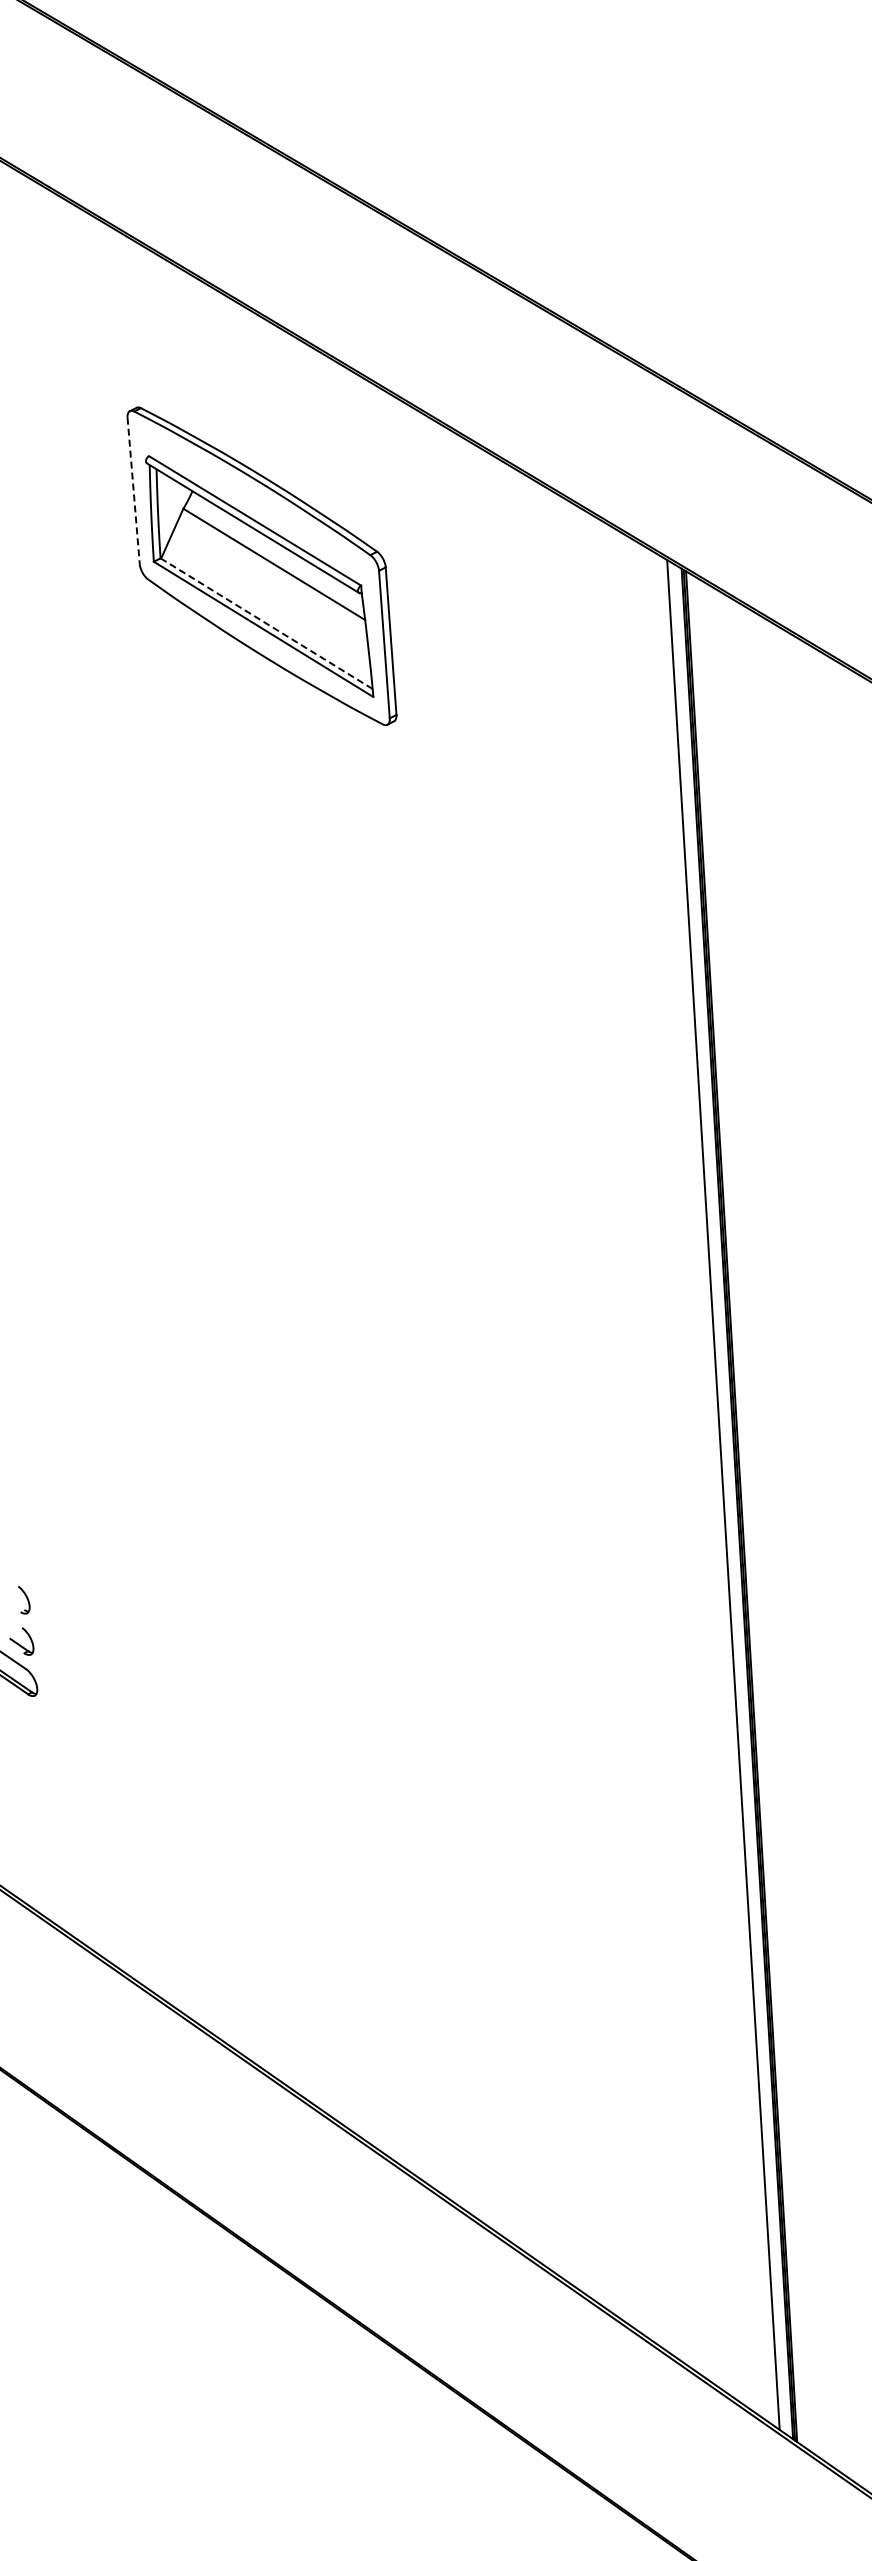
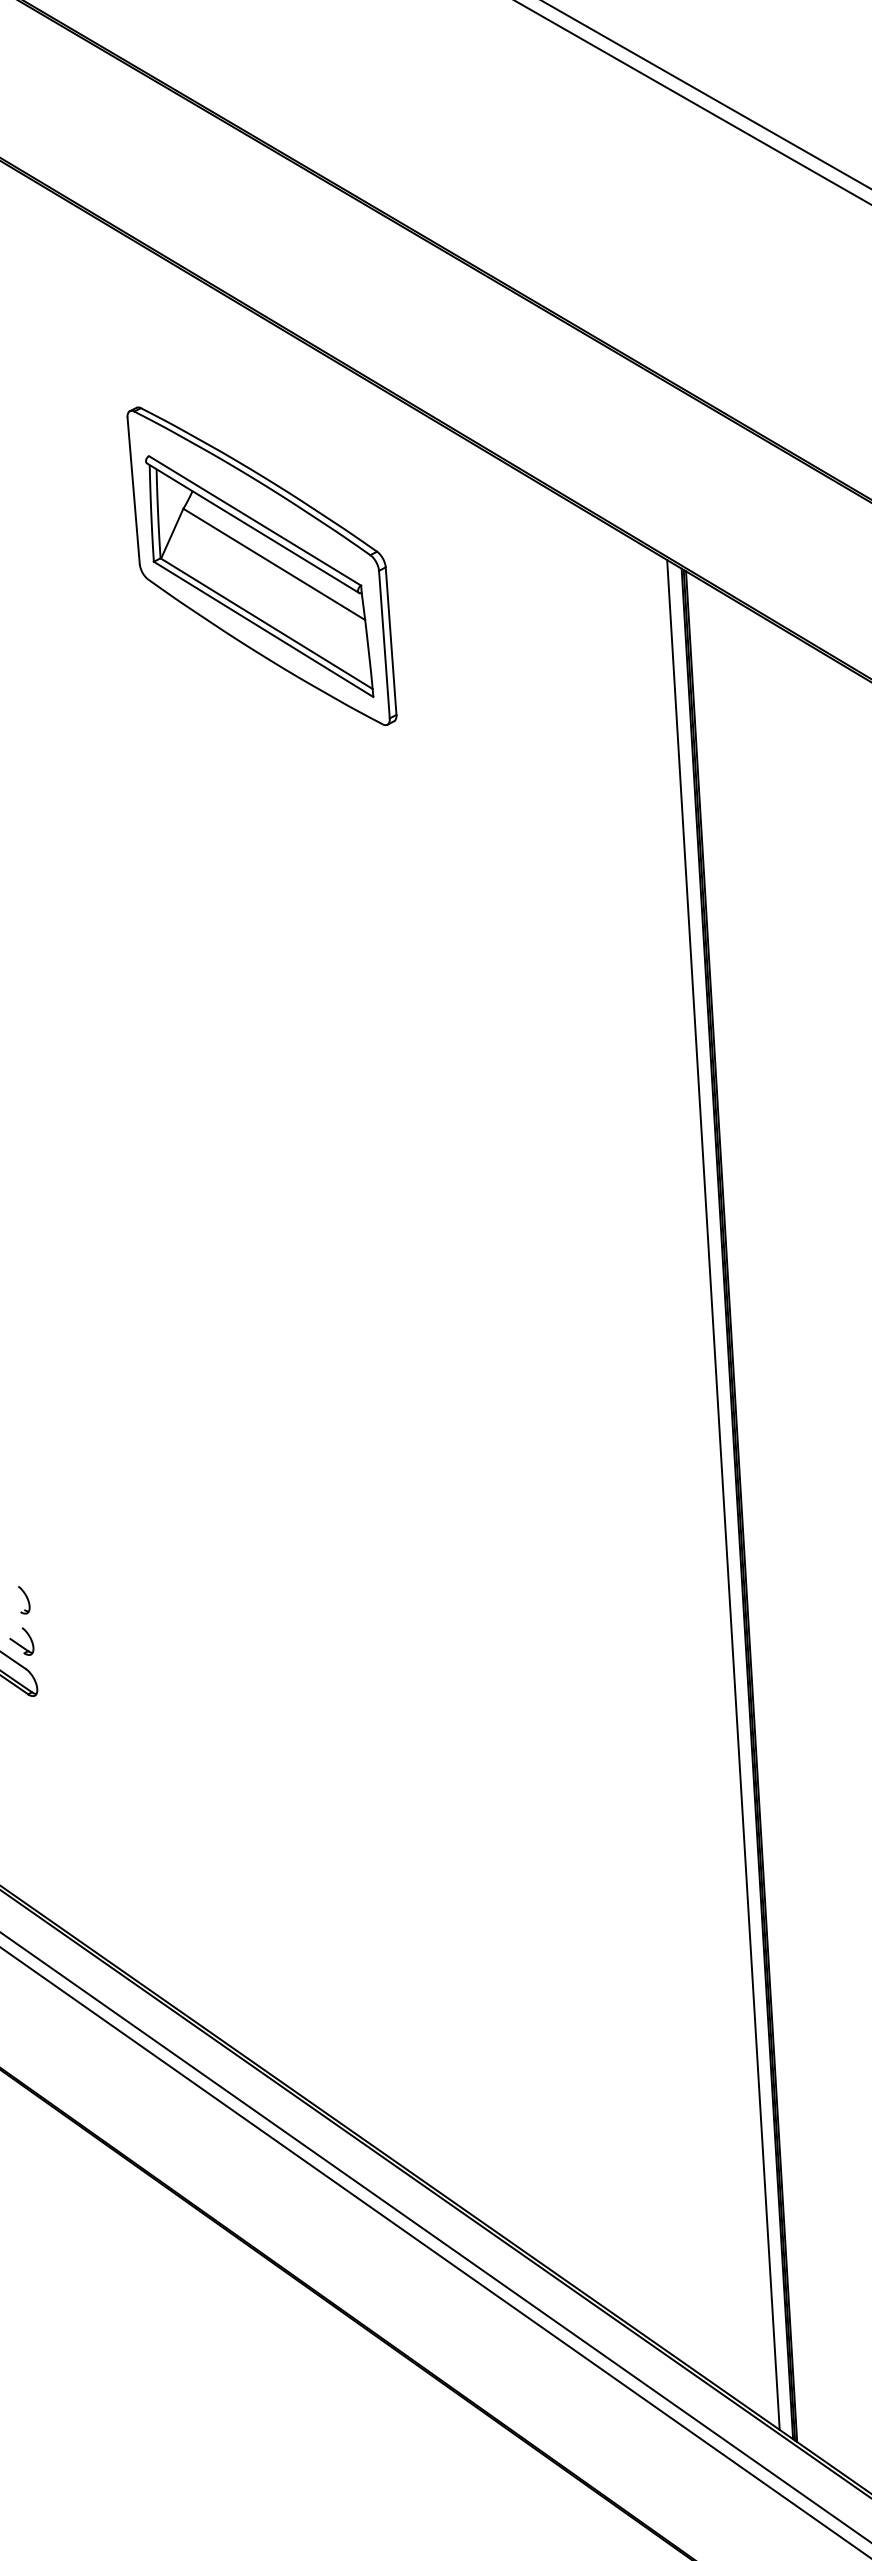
line at (706, 94): none -> present
line at (692, 102): none -> present
line at (133, 491): dashed -> solid
line at (266, 623): dashed -> solid
line at (435, 2236): none -> present
line at (435, 2252): none -> present
